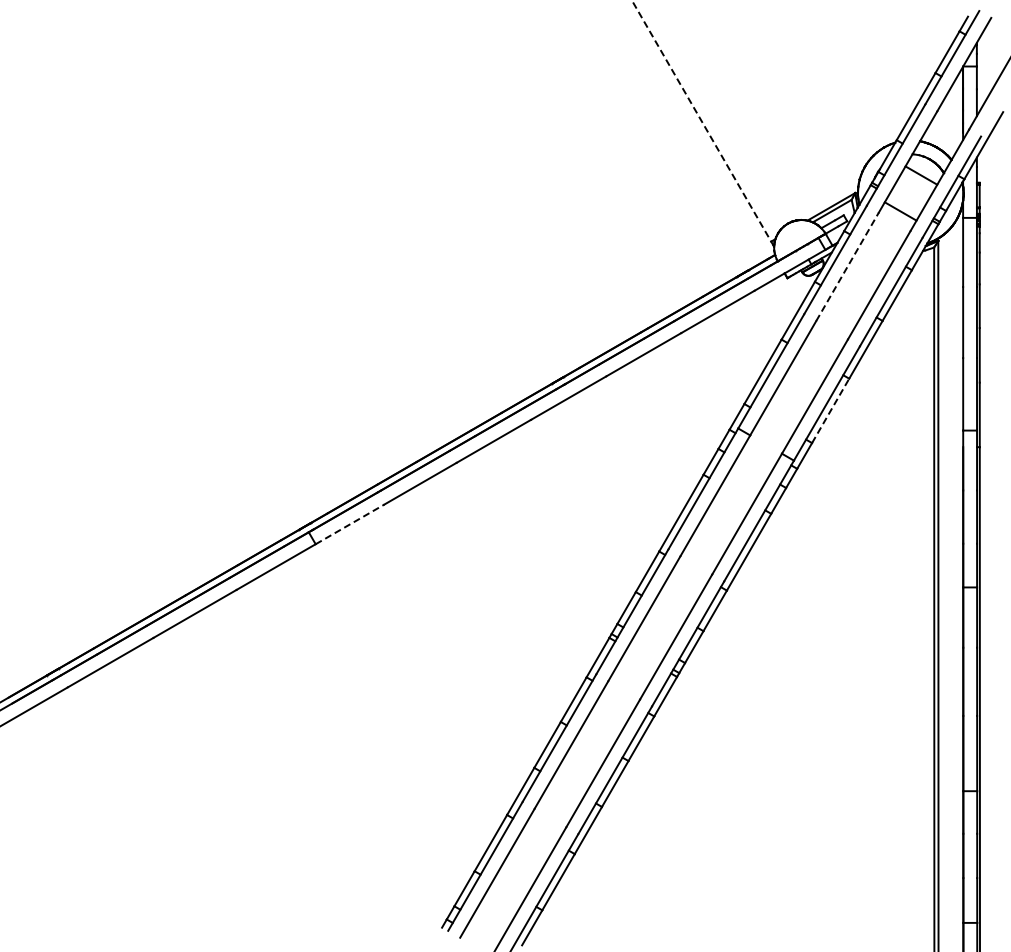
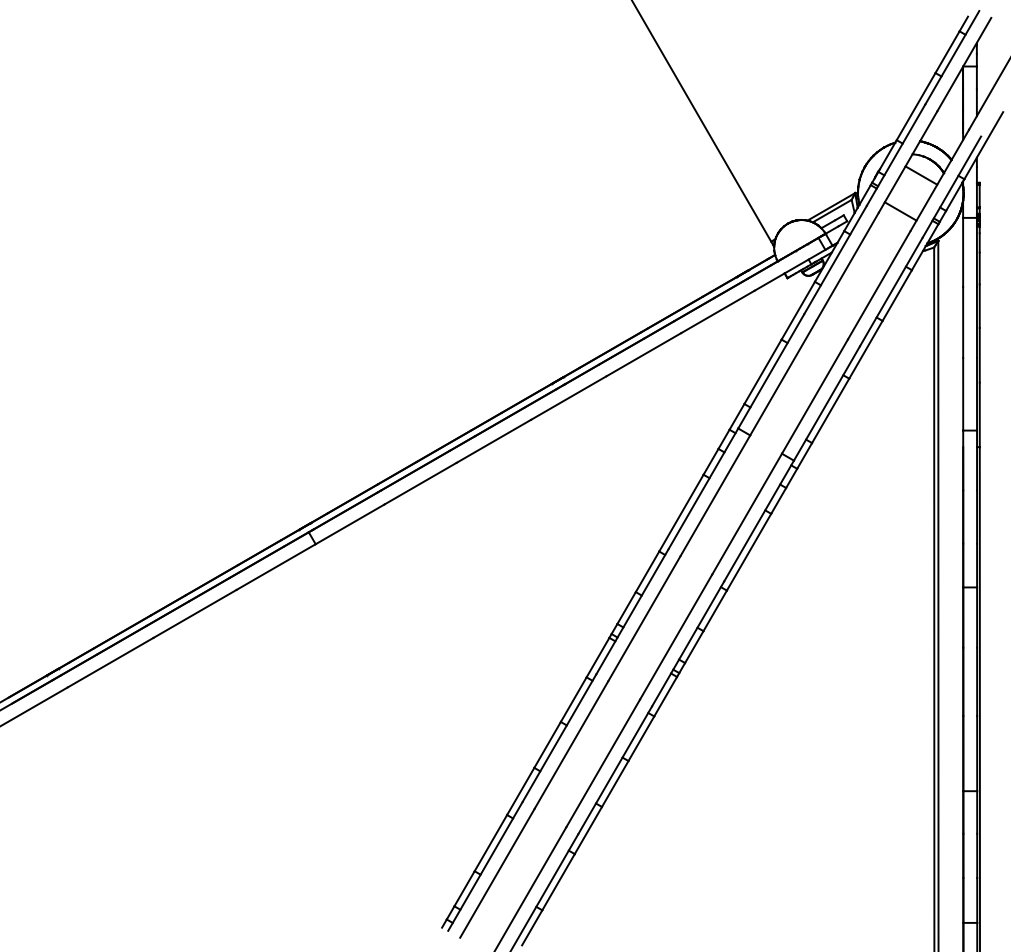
line at (703, 123): dashed -> solid
line at (847, 266): dashed -> solid
line at (830, 410): dashed -> solid
line at (350, 524): dashed -> solid
